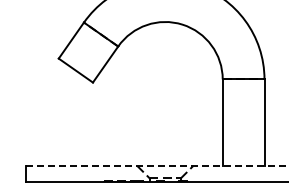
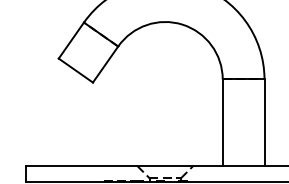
line at (157, 166): dashed -> solid
